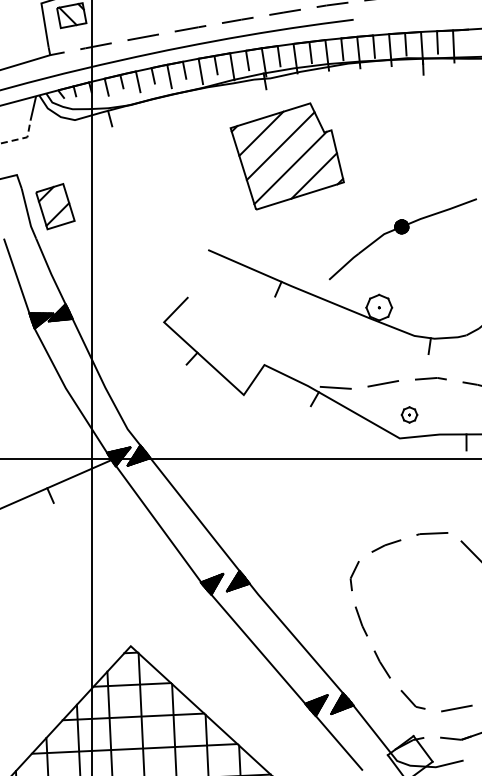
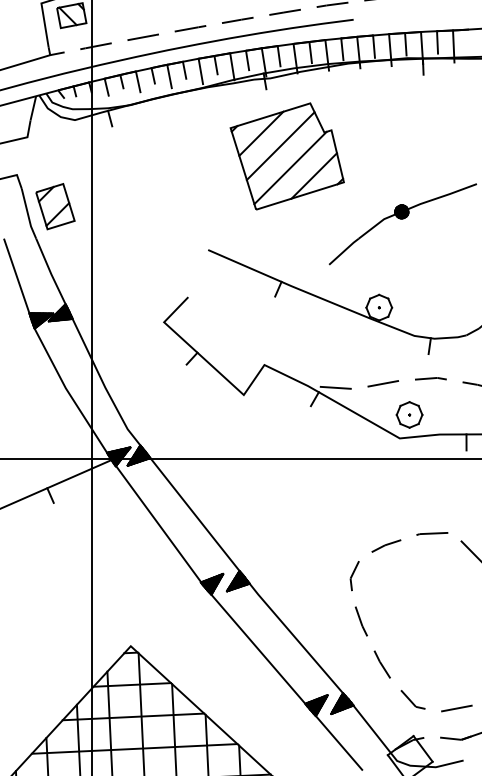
line at (23, 138): dashed -> solid
part at (402, 239) position: (402, 239) -> (402, 224)
part at (409, 414) size: 19x18 px -> 29x28 px
